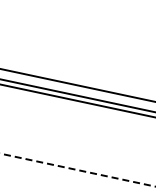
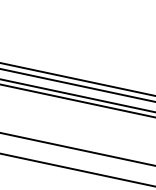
line at (77, 79): none -> present
line at (77, 149): none -> present
line at (78, 170): dashed -> solid
